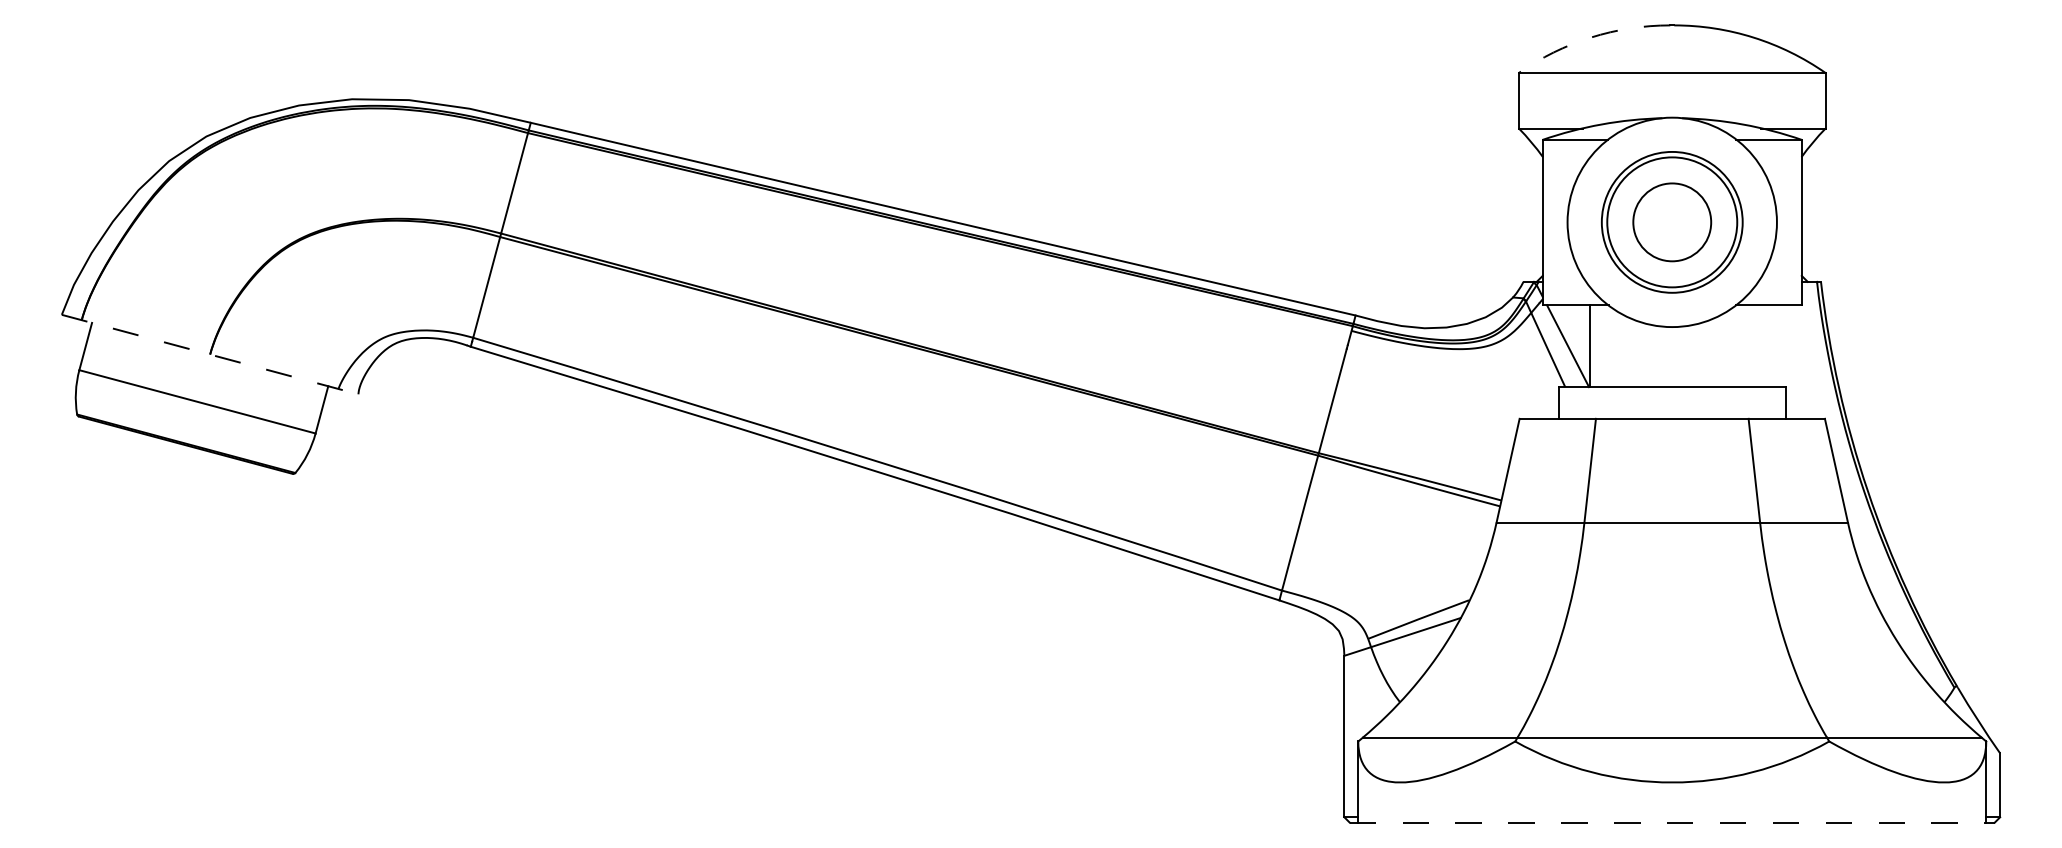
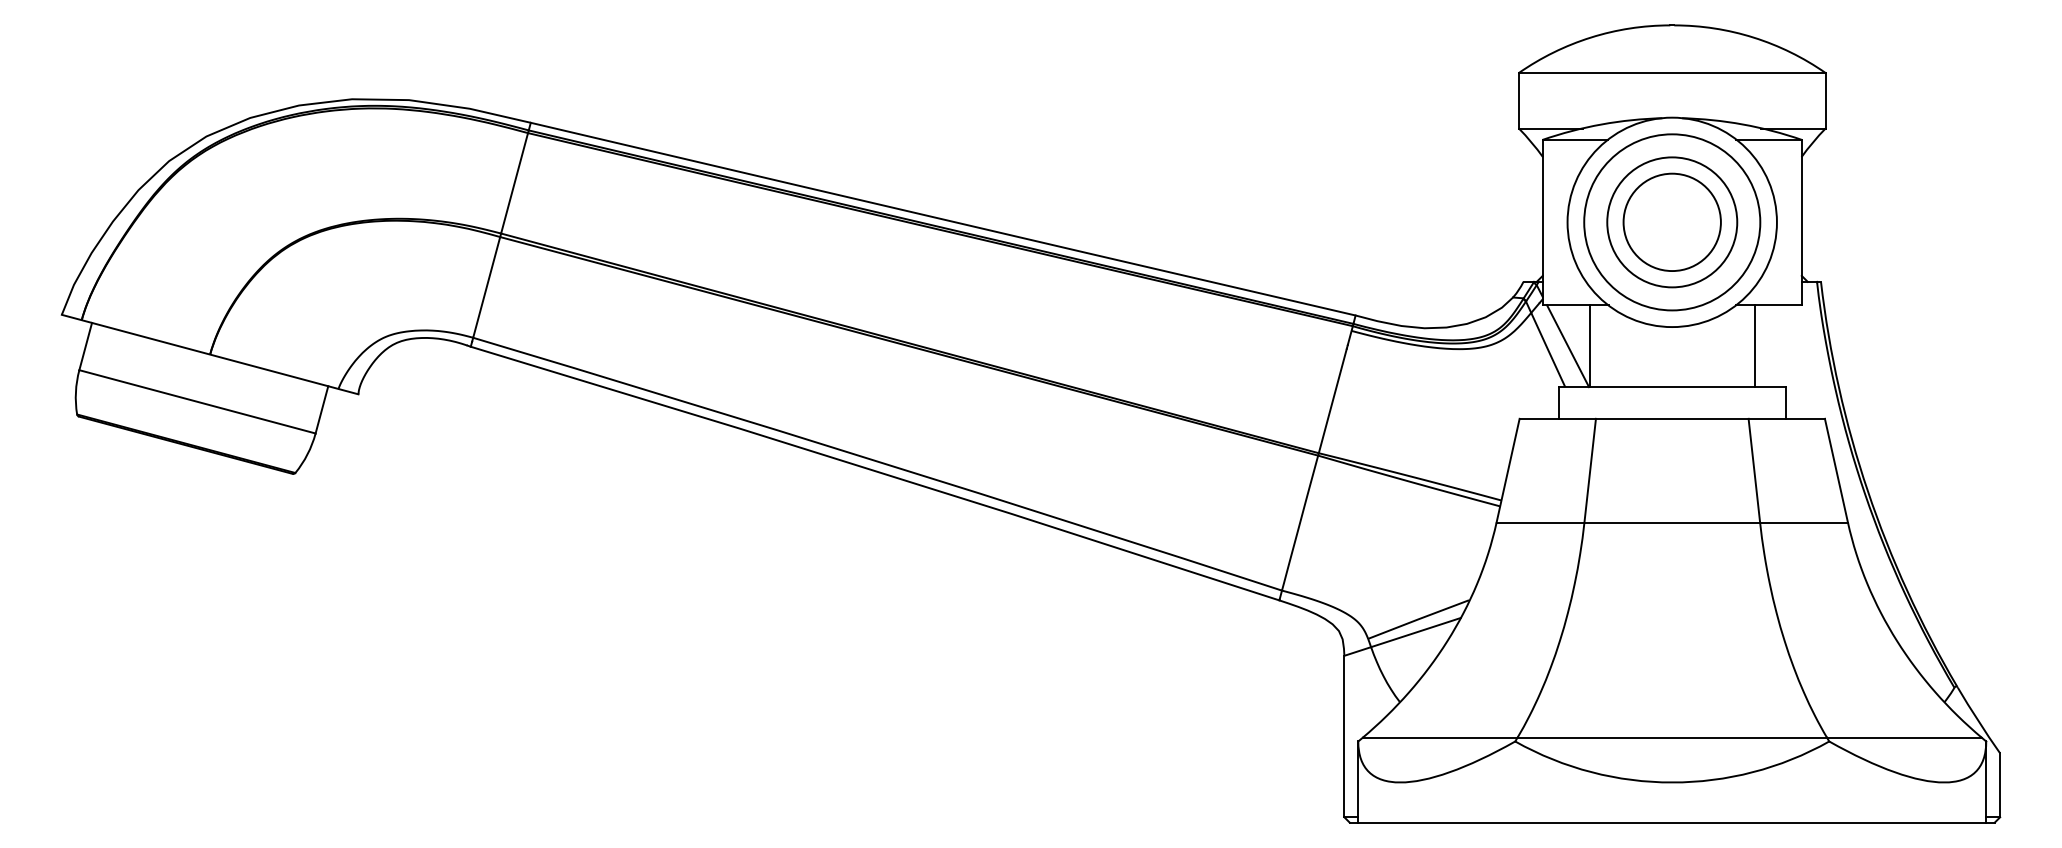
arc at (1590, 37): dashed -> solid
circle at (1671, 221) diameter: 141 px -> 176 px
circle at (1672, 222) diameter: 78 px -> 97 px
line at (1754, 346): none -> present
line at (210, 354): dashed -> solid
line at (1672, 822): dashed -> solid
